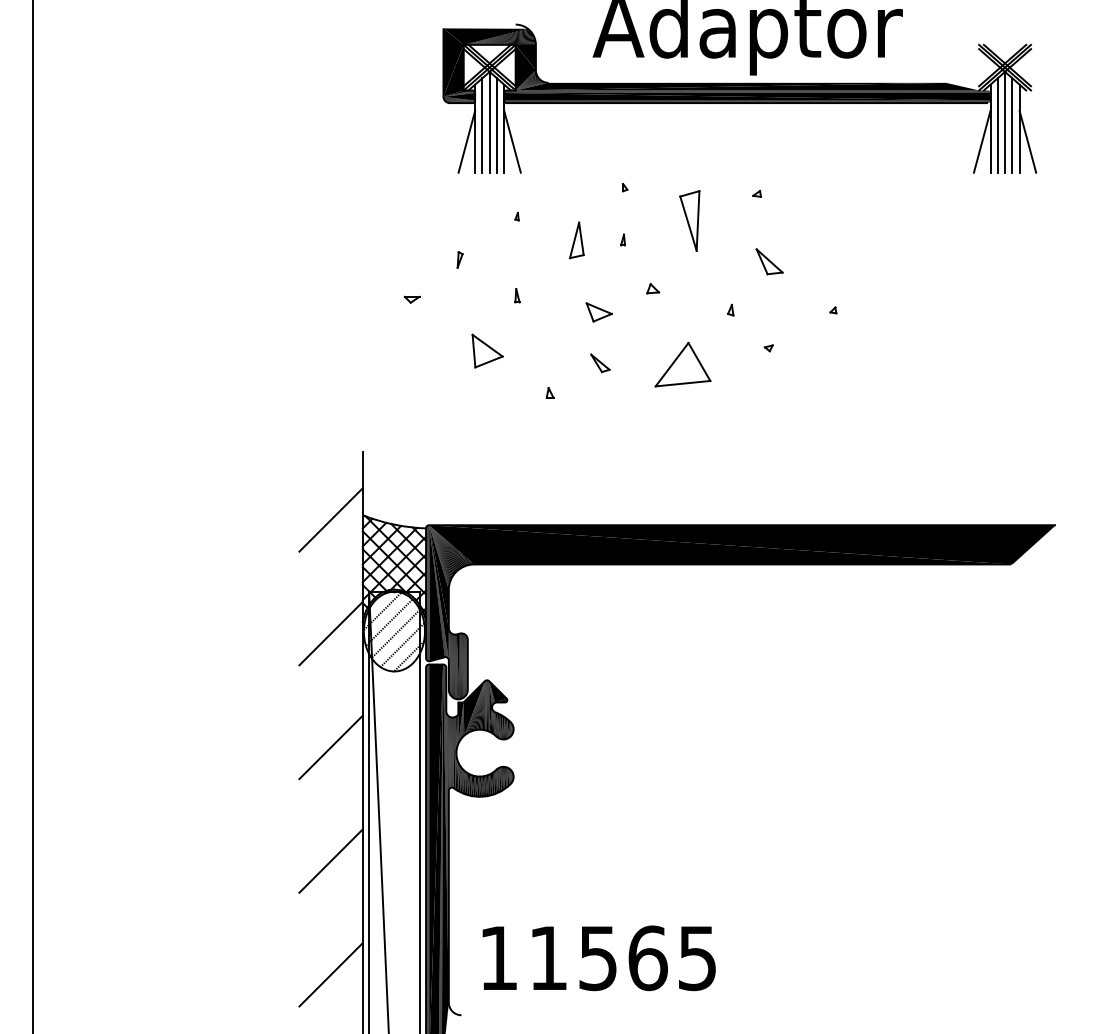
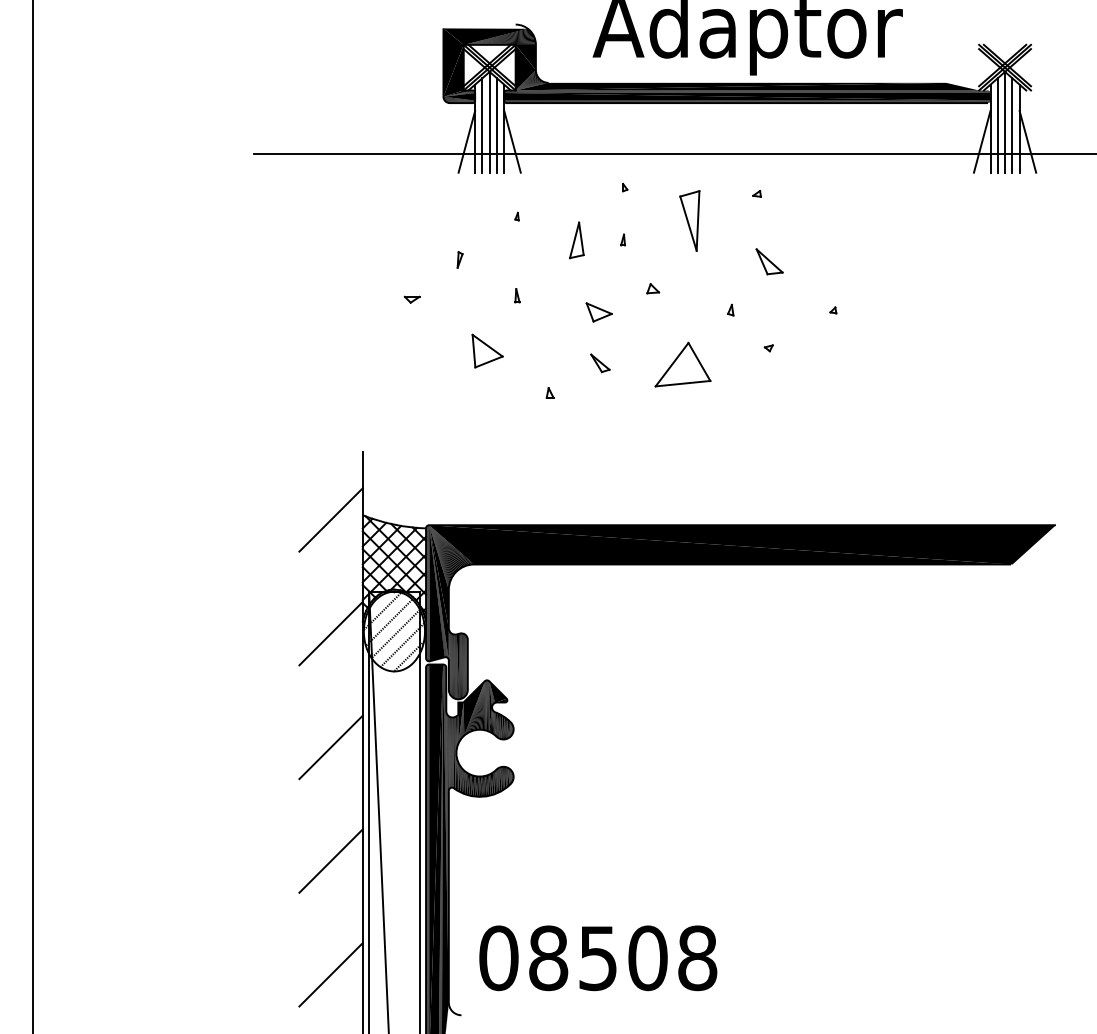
line at (673, 153): none -> present
text at (598, 958): 11565 -> 08508
